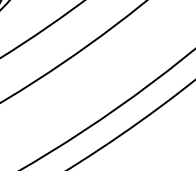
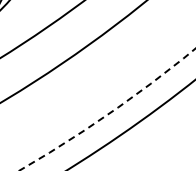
arc at (110, 113): solid -> dashed
